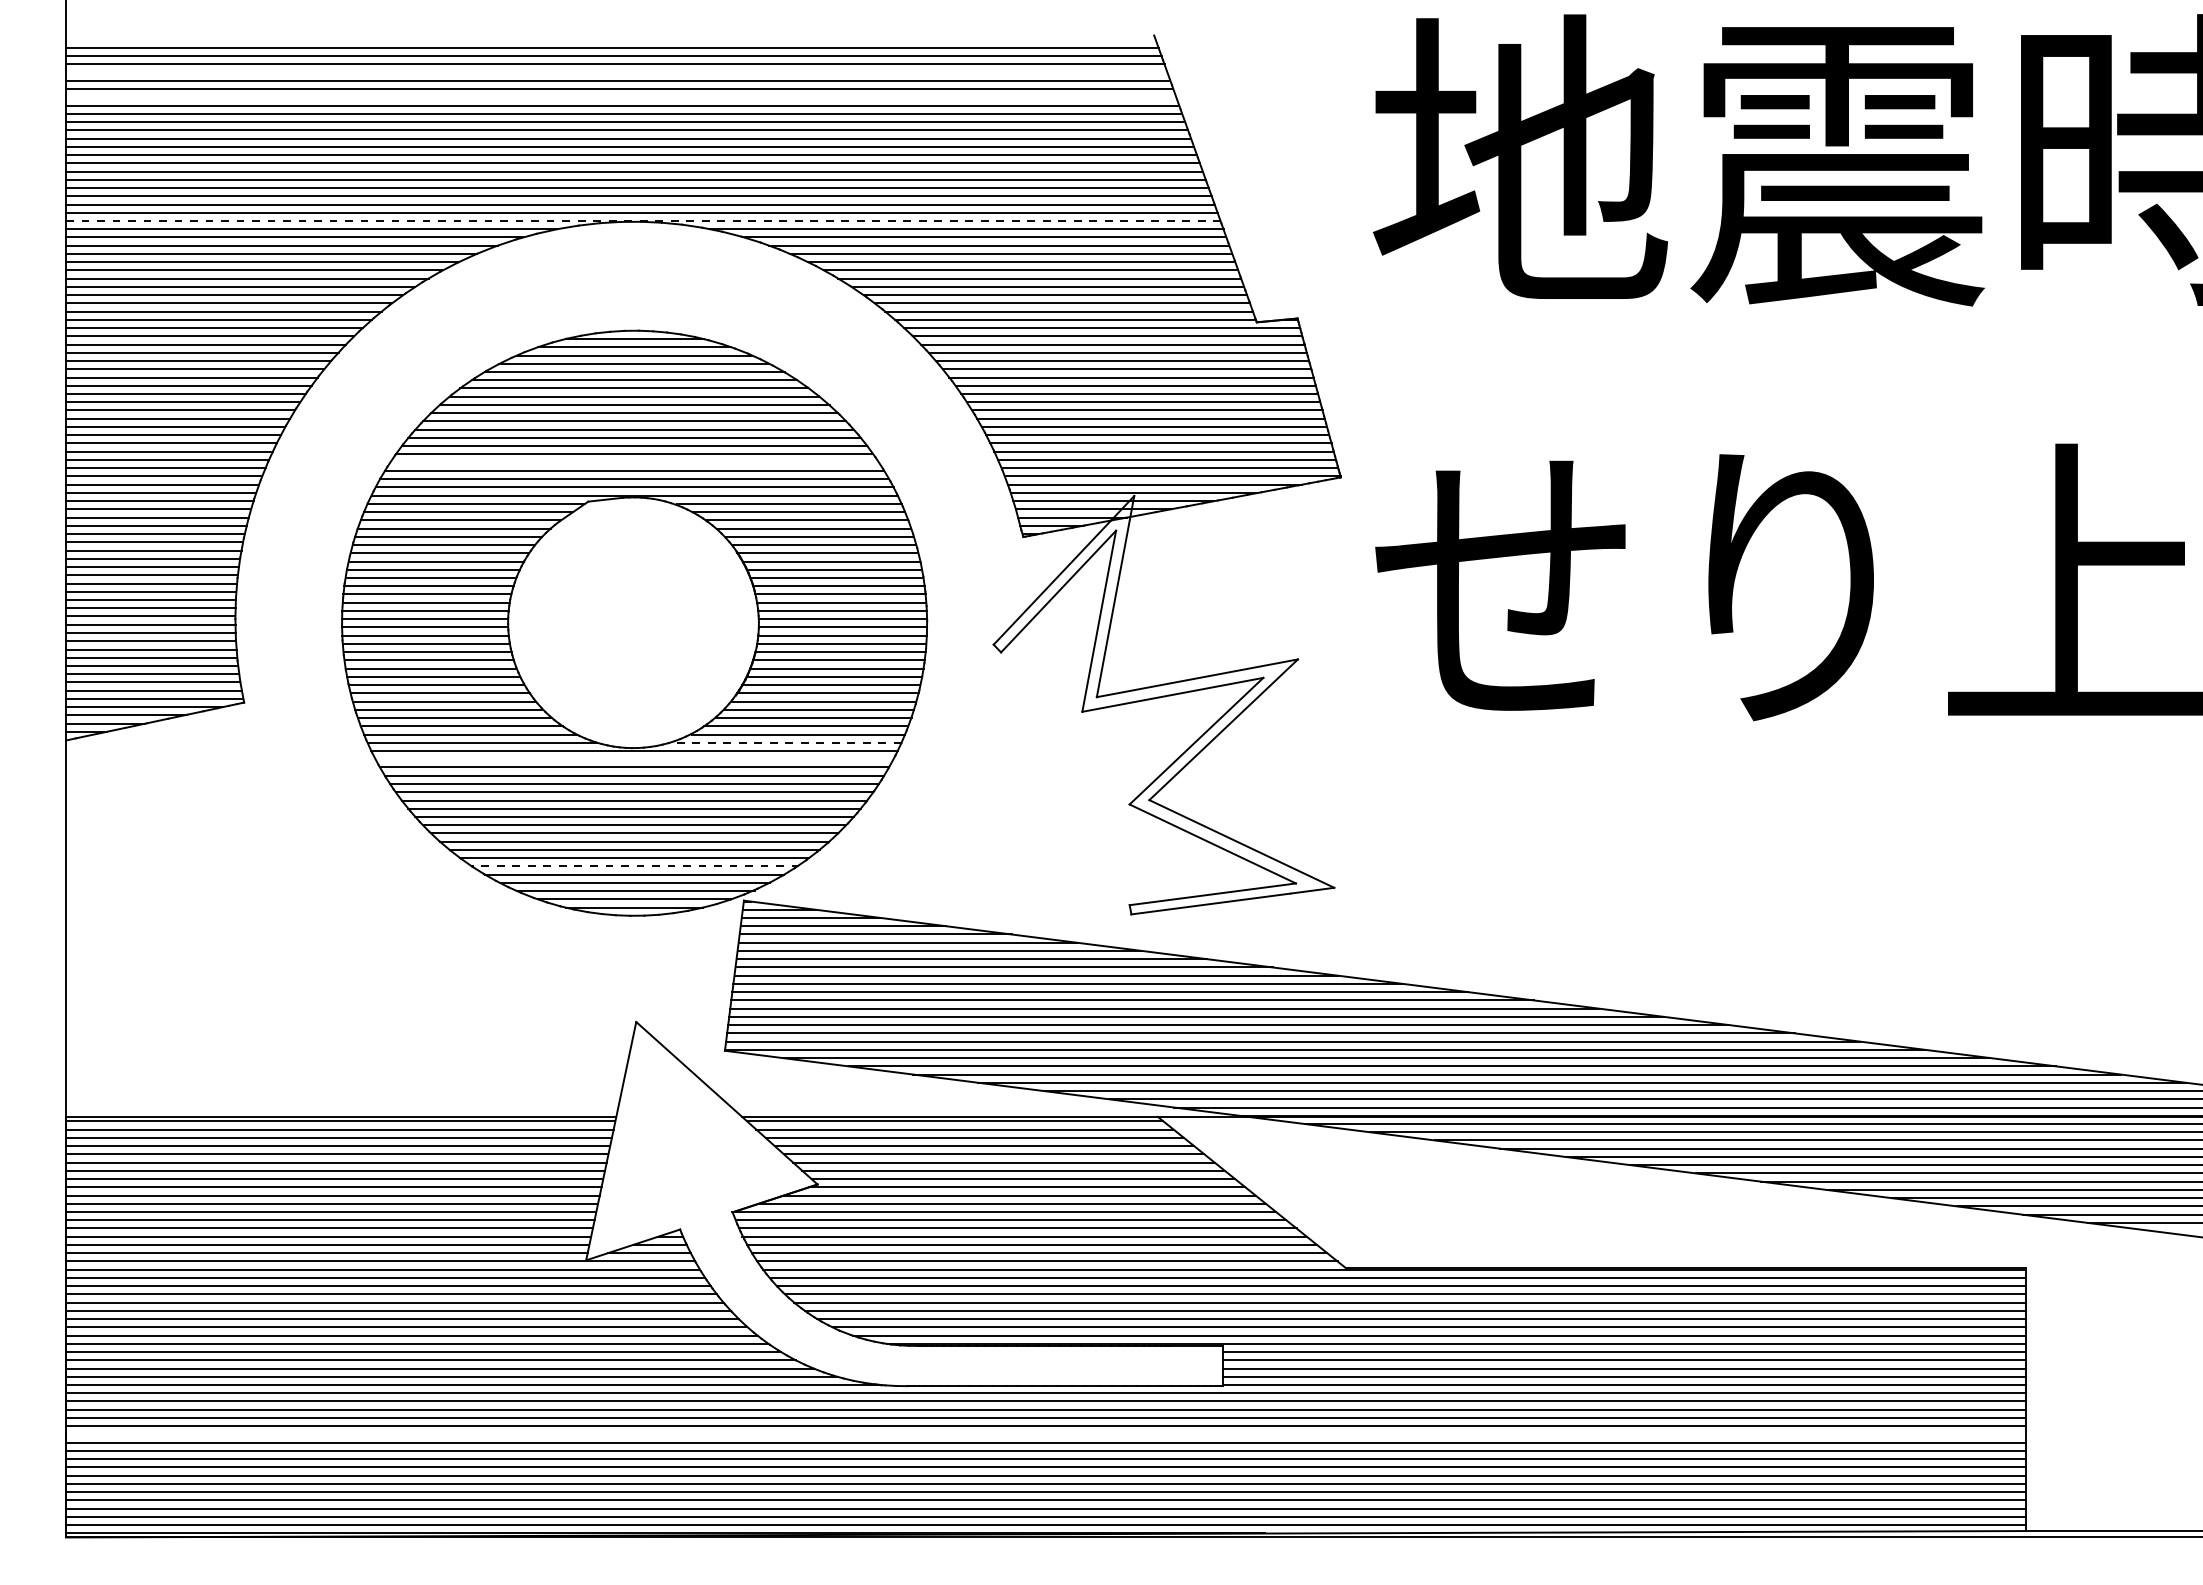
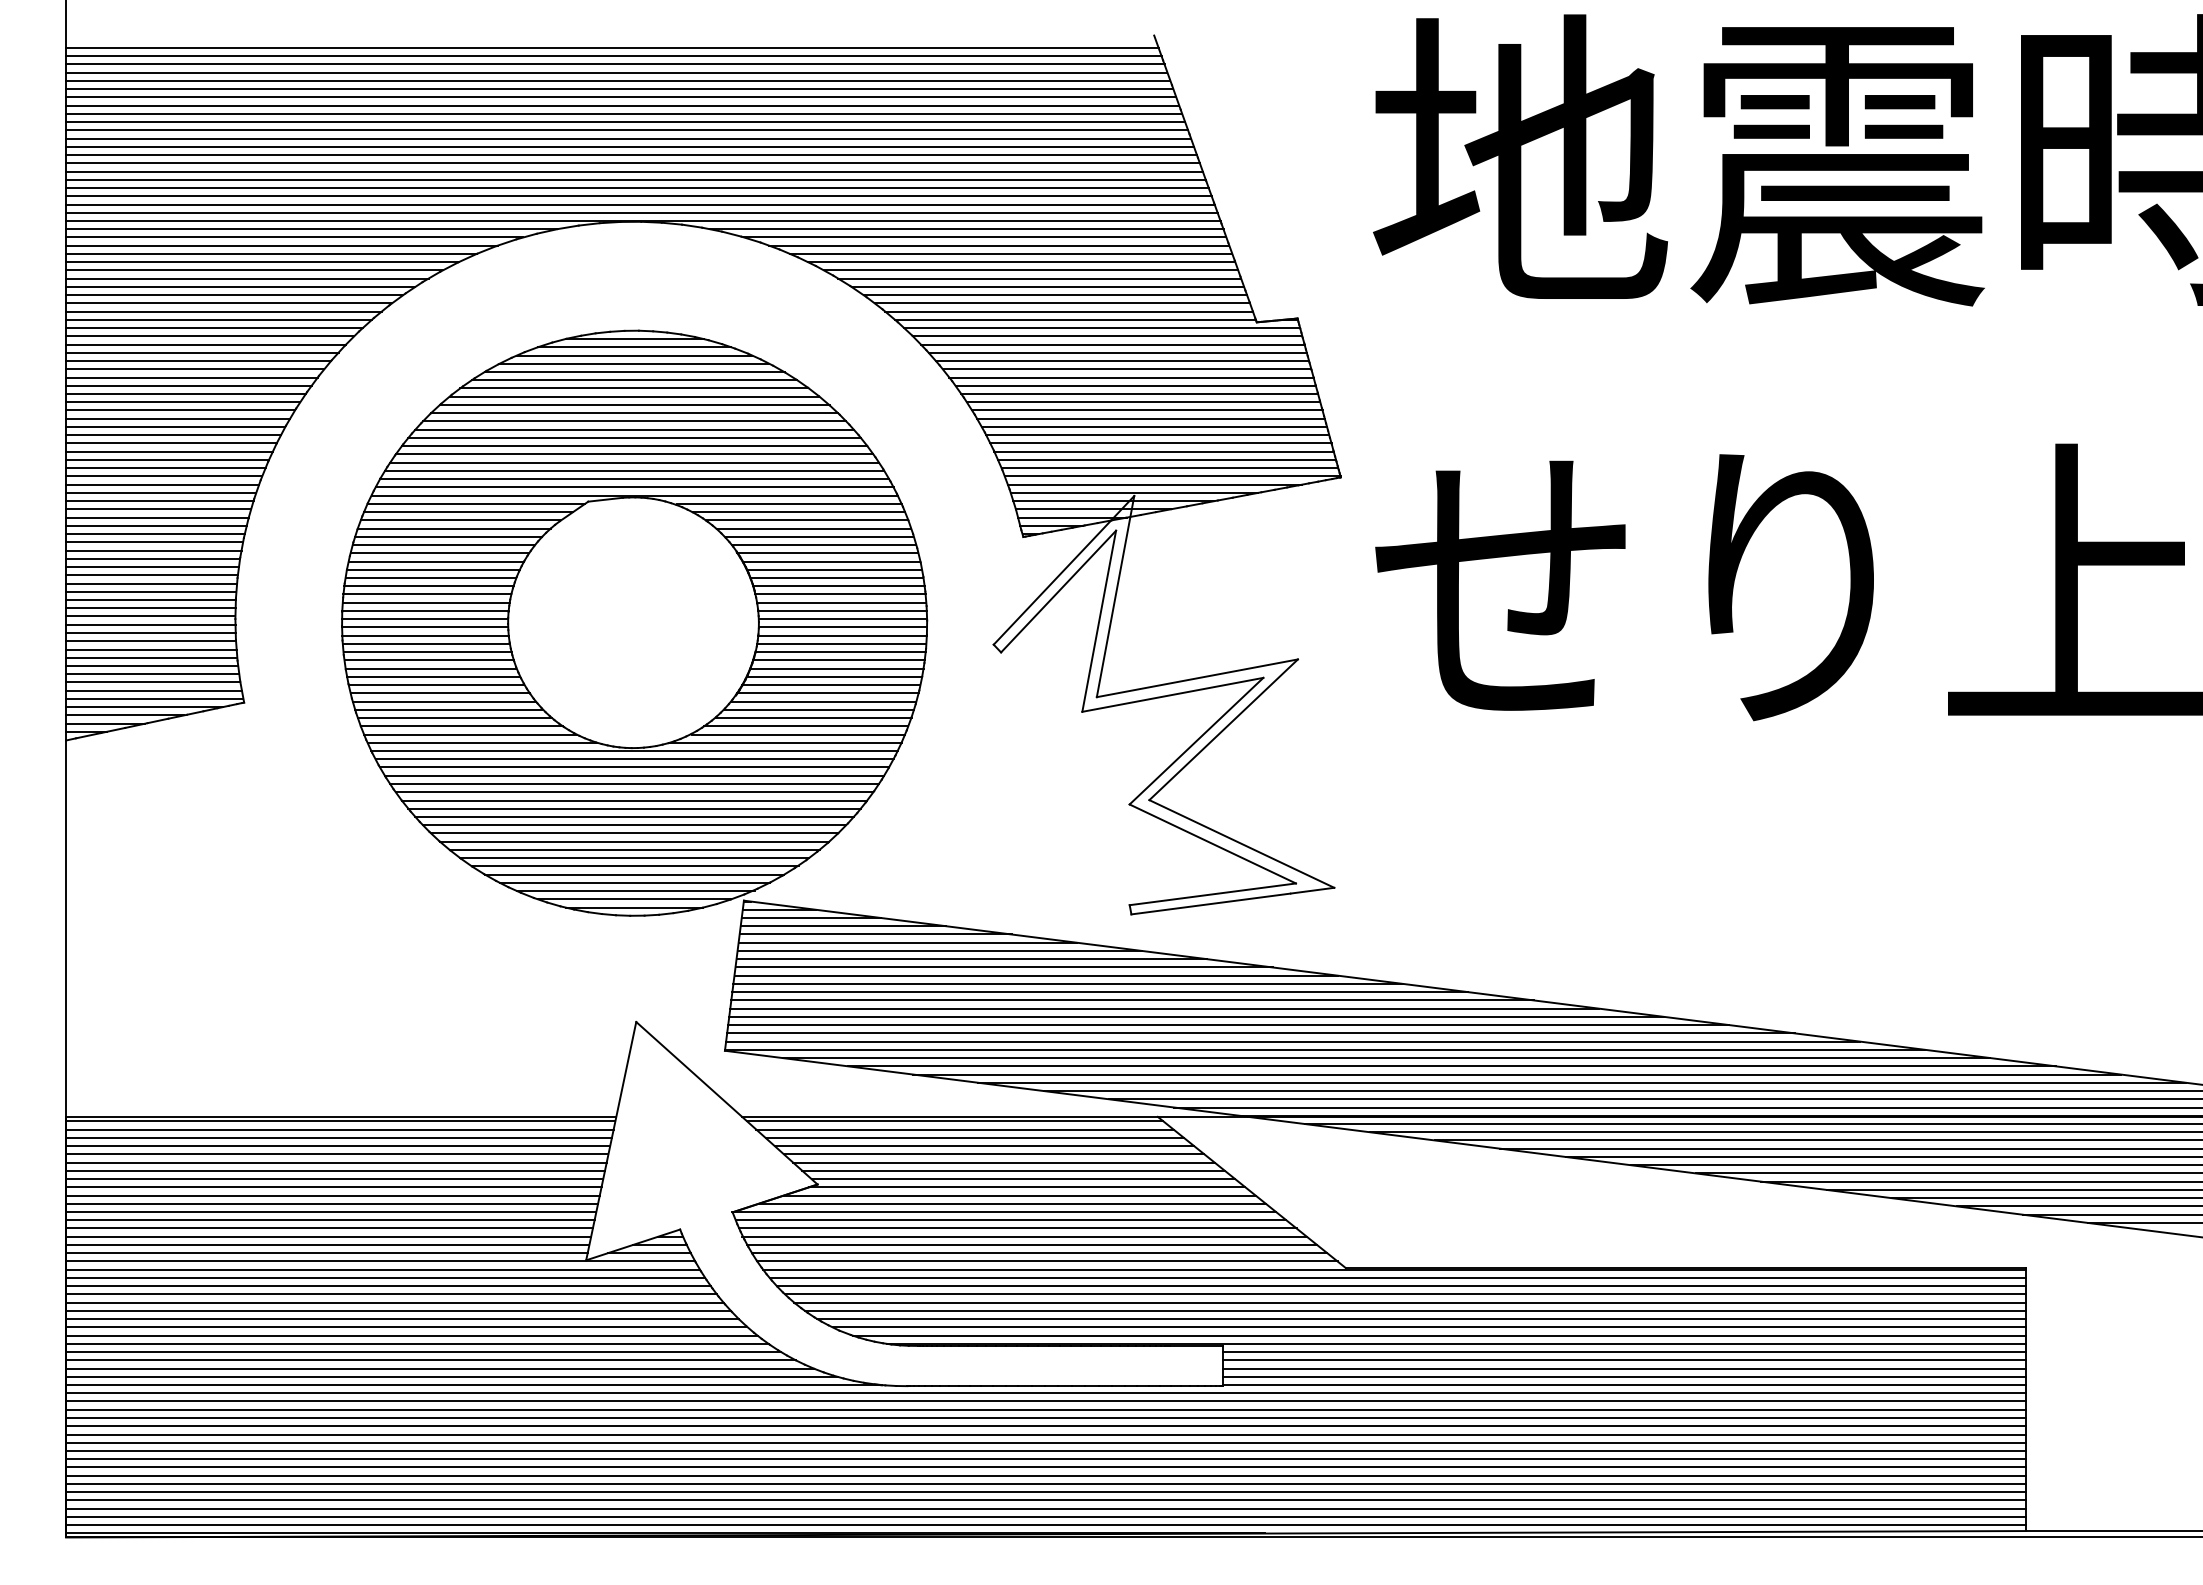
line at (616, 72): none -> present
line at (621, 97): none -> present
line at (643, 221): dashed -> solid
line at (634, 462): none -> present
line at (784, 742): dashed -> solid
line at (634, 759): none -> present
line at (635, 866): dashed -> solid
line at (1046, 1434): none -> present
